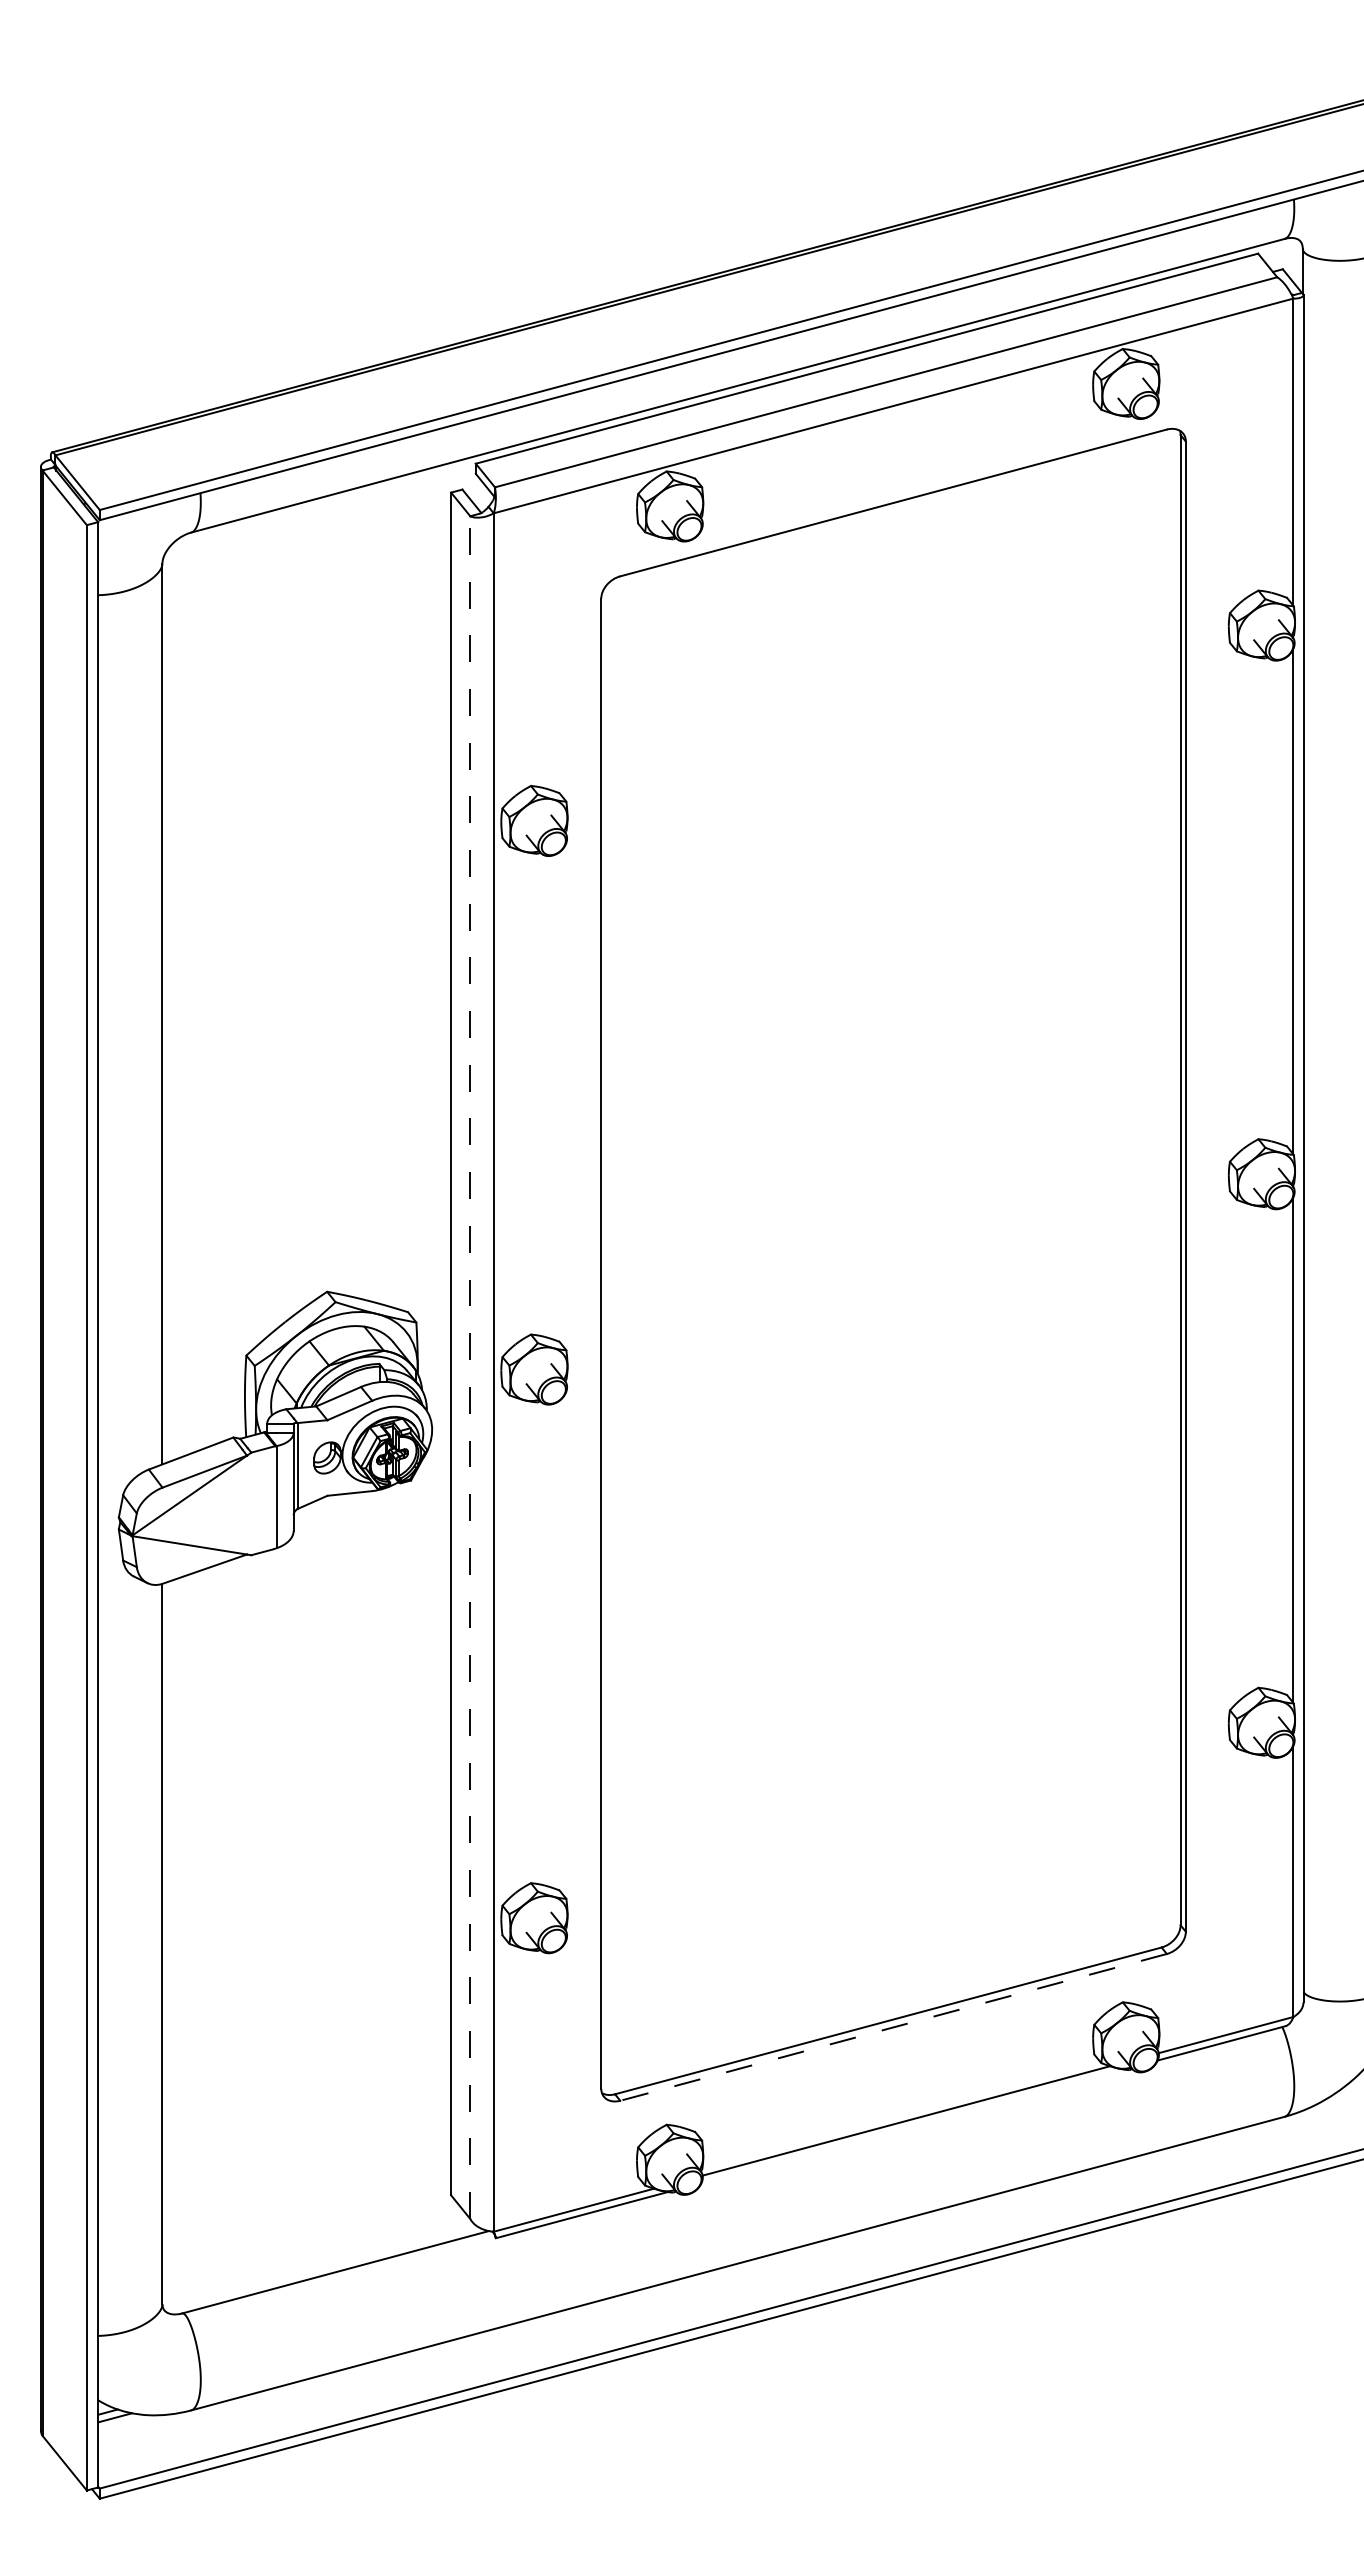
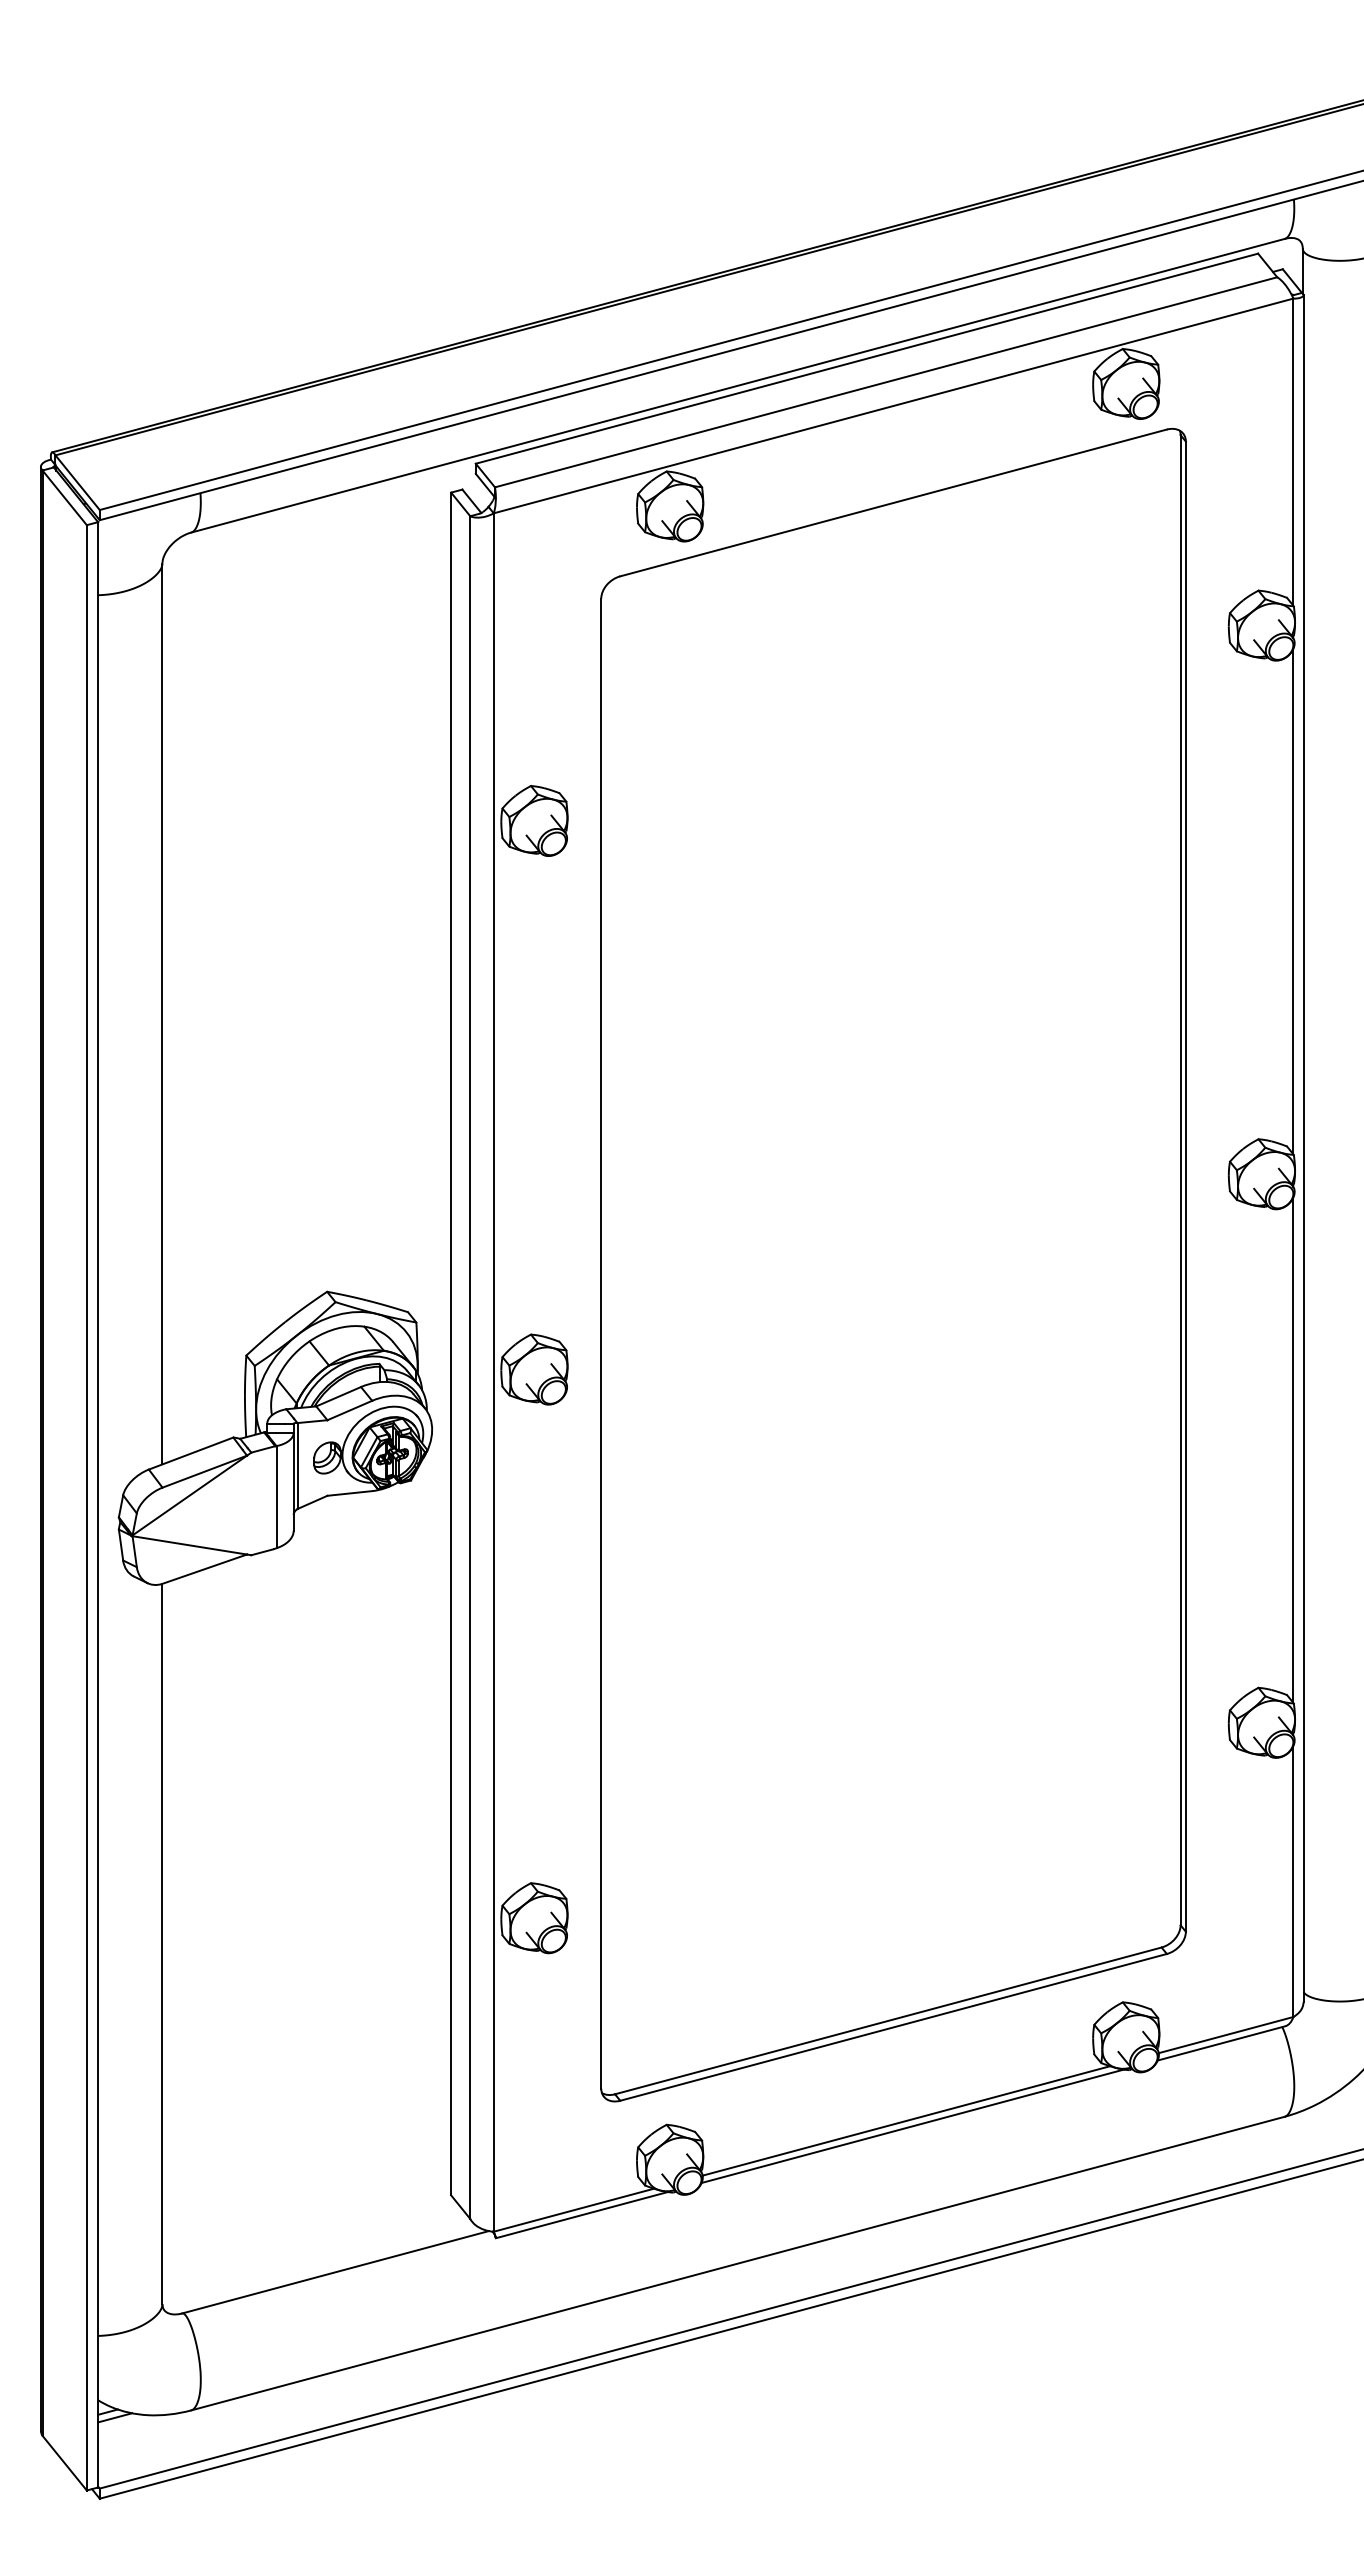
line at (470, 1367): dashed -> solid
line at (893, 2027): dashed -> solid
line at (912, 2125): none -> present
